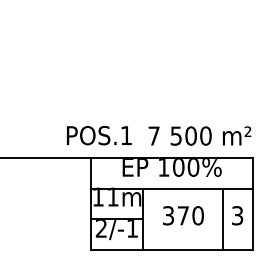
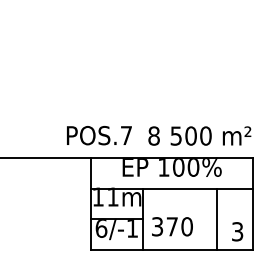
text at (126, 135): POS.1 -> POS.7
text at (153, 135): 7 -> 8
text at (183, 215) position: (183, 215) -> (172, 226)
text at (237, 215) position: (237, 215) -> (237, 231)
line at (222, 219) position: (222, 219) -> (216, 219)
text at (101, 228): 2/-1 -> 6/-1
